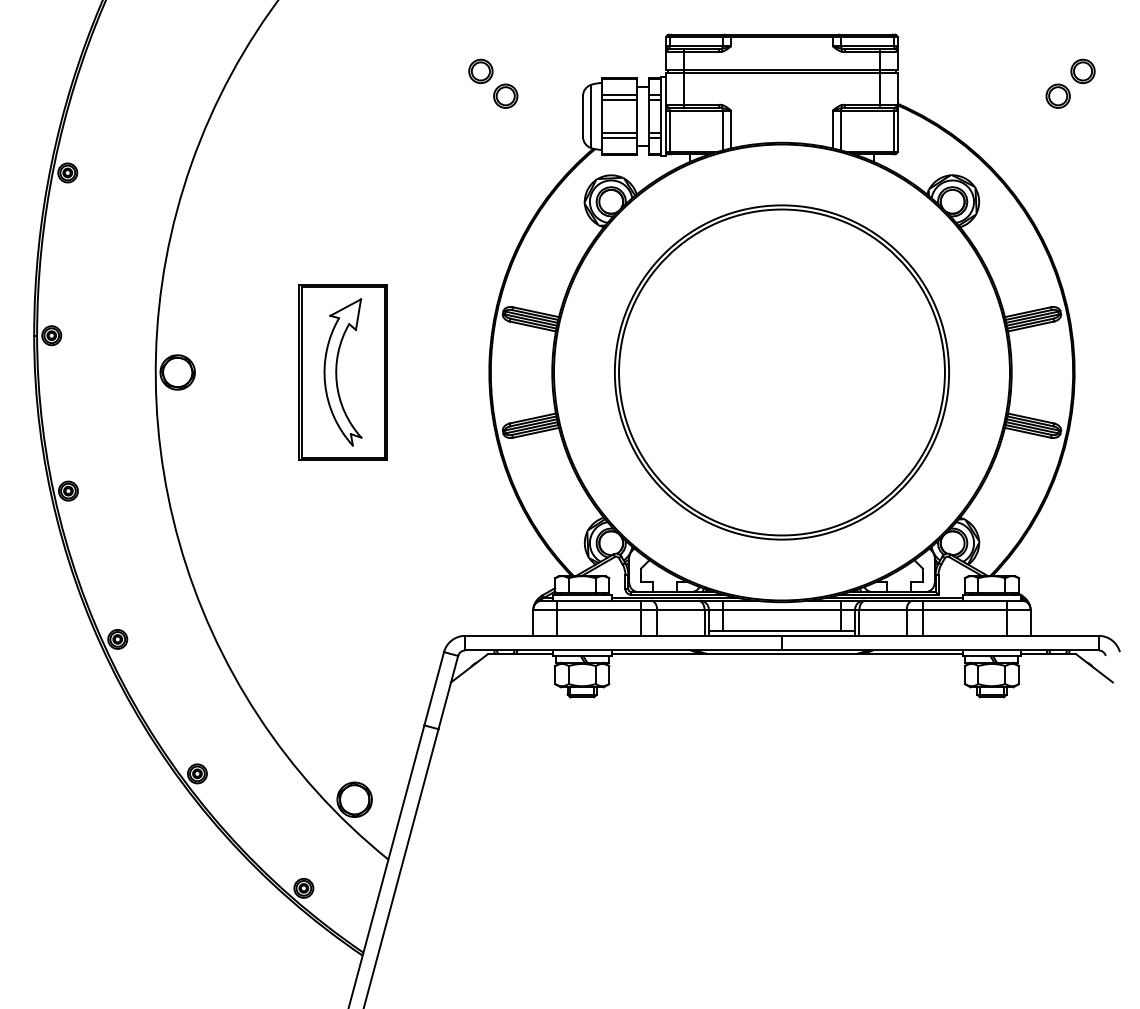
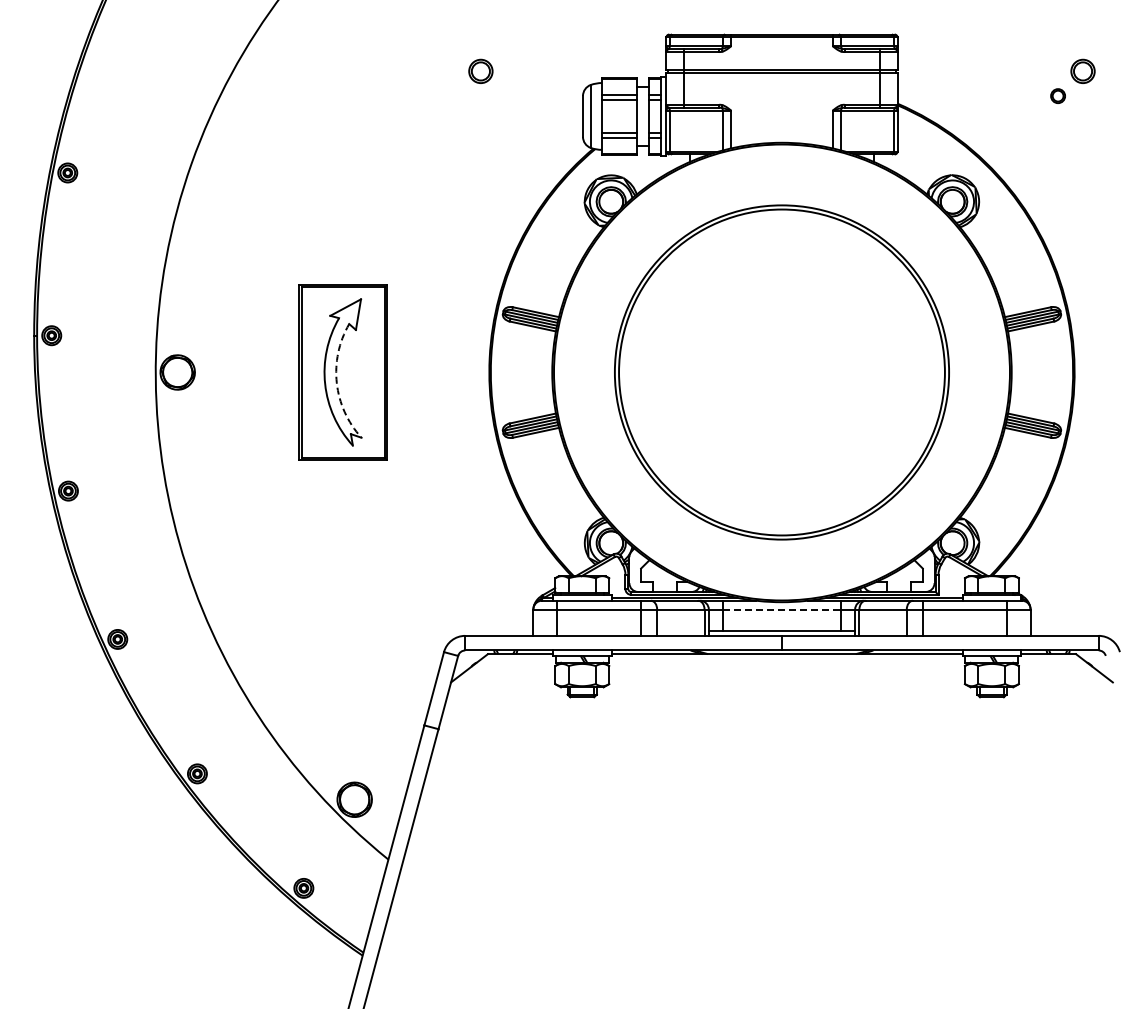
part at (505, 95): present -> none
part at (1057, 95) size: 26x26 px -> 16x16 px
arc at (336, 382): solid -> dashed
line at (781, 609): solid -> dashed
